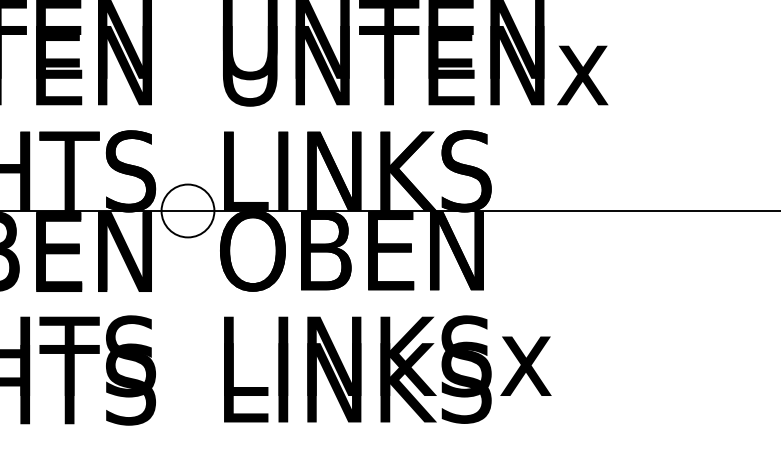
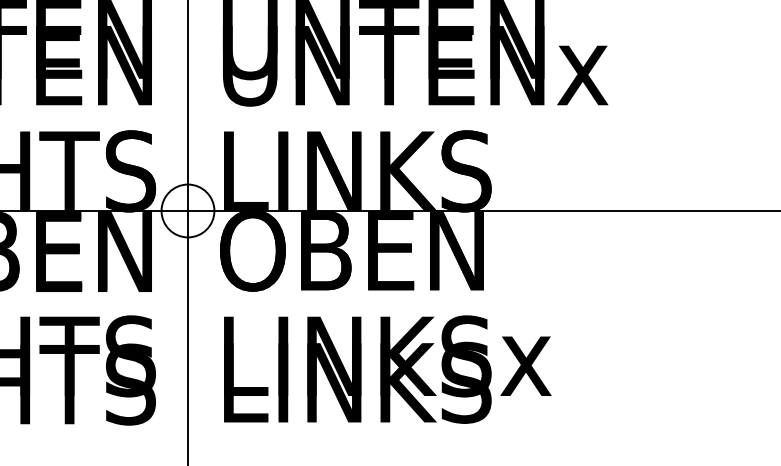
line at (187, 232): none -> present
